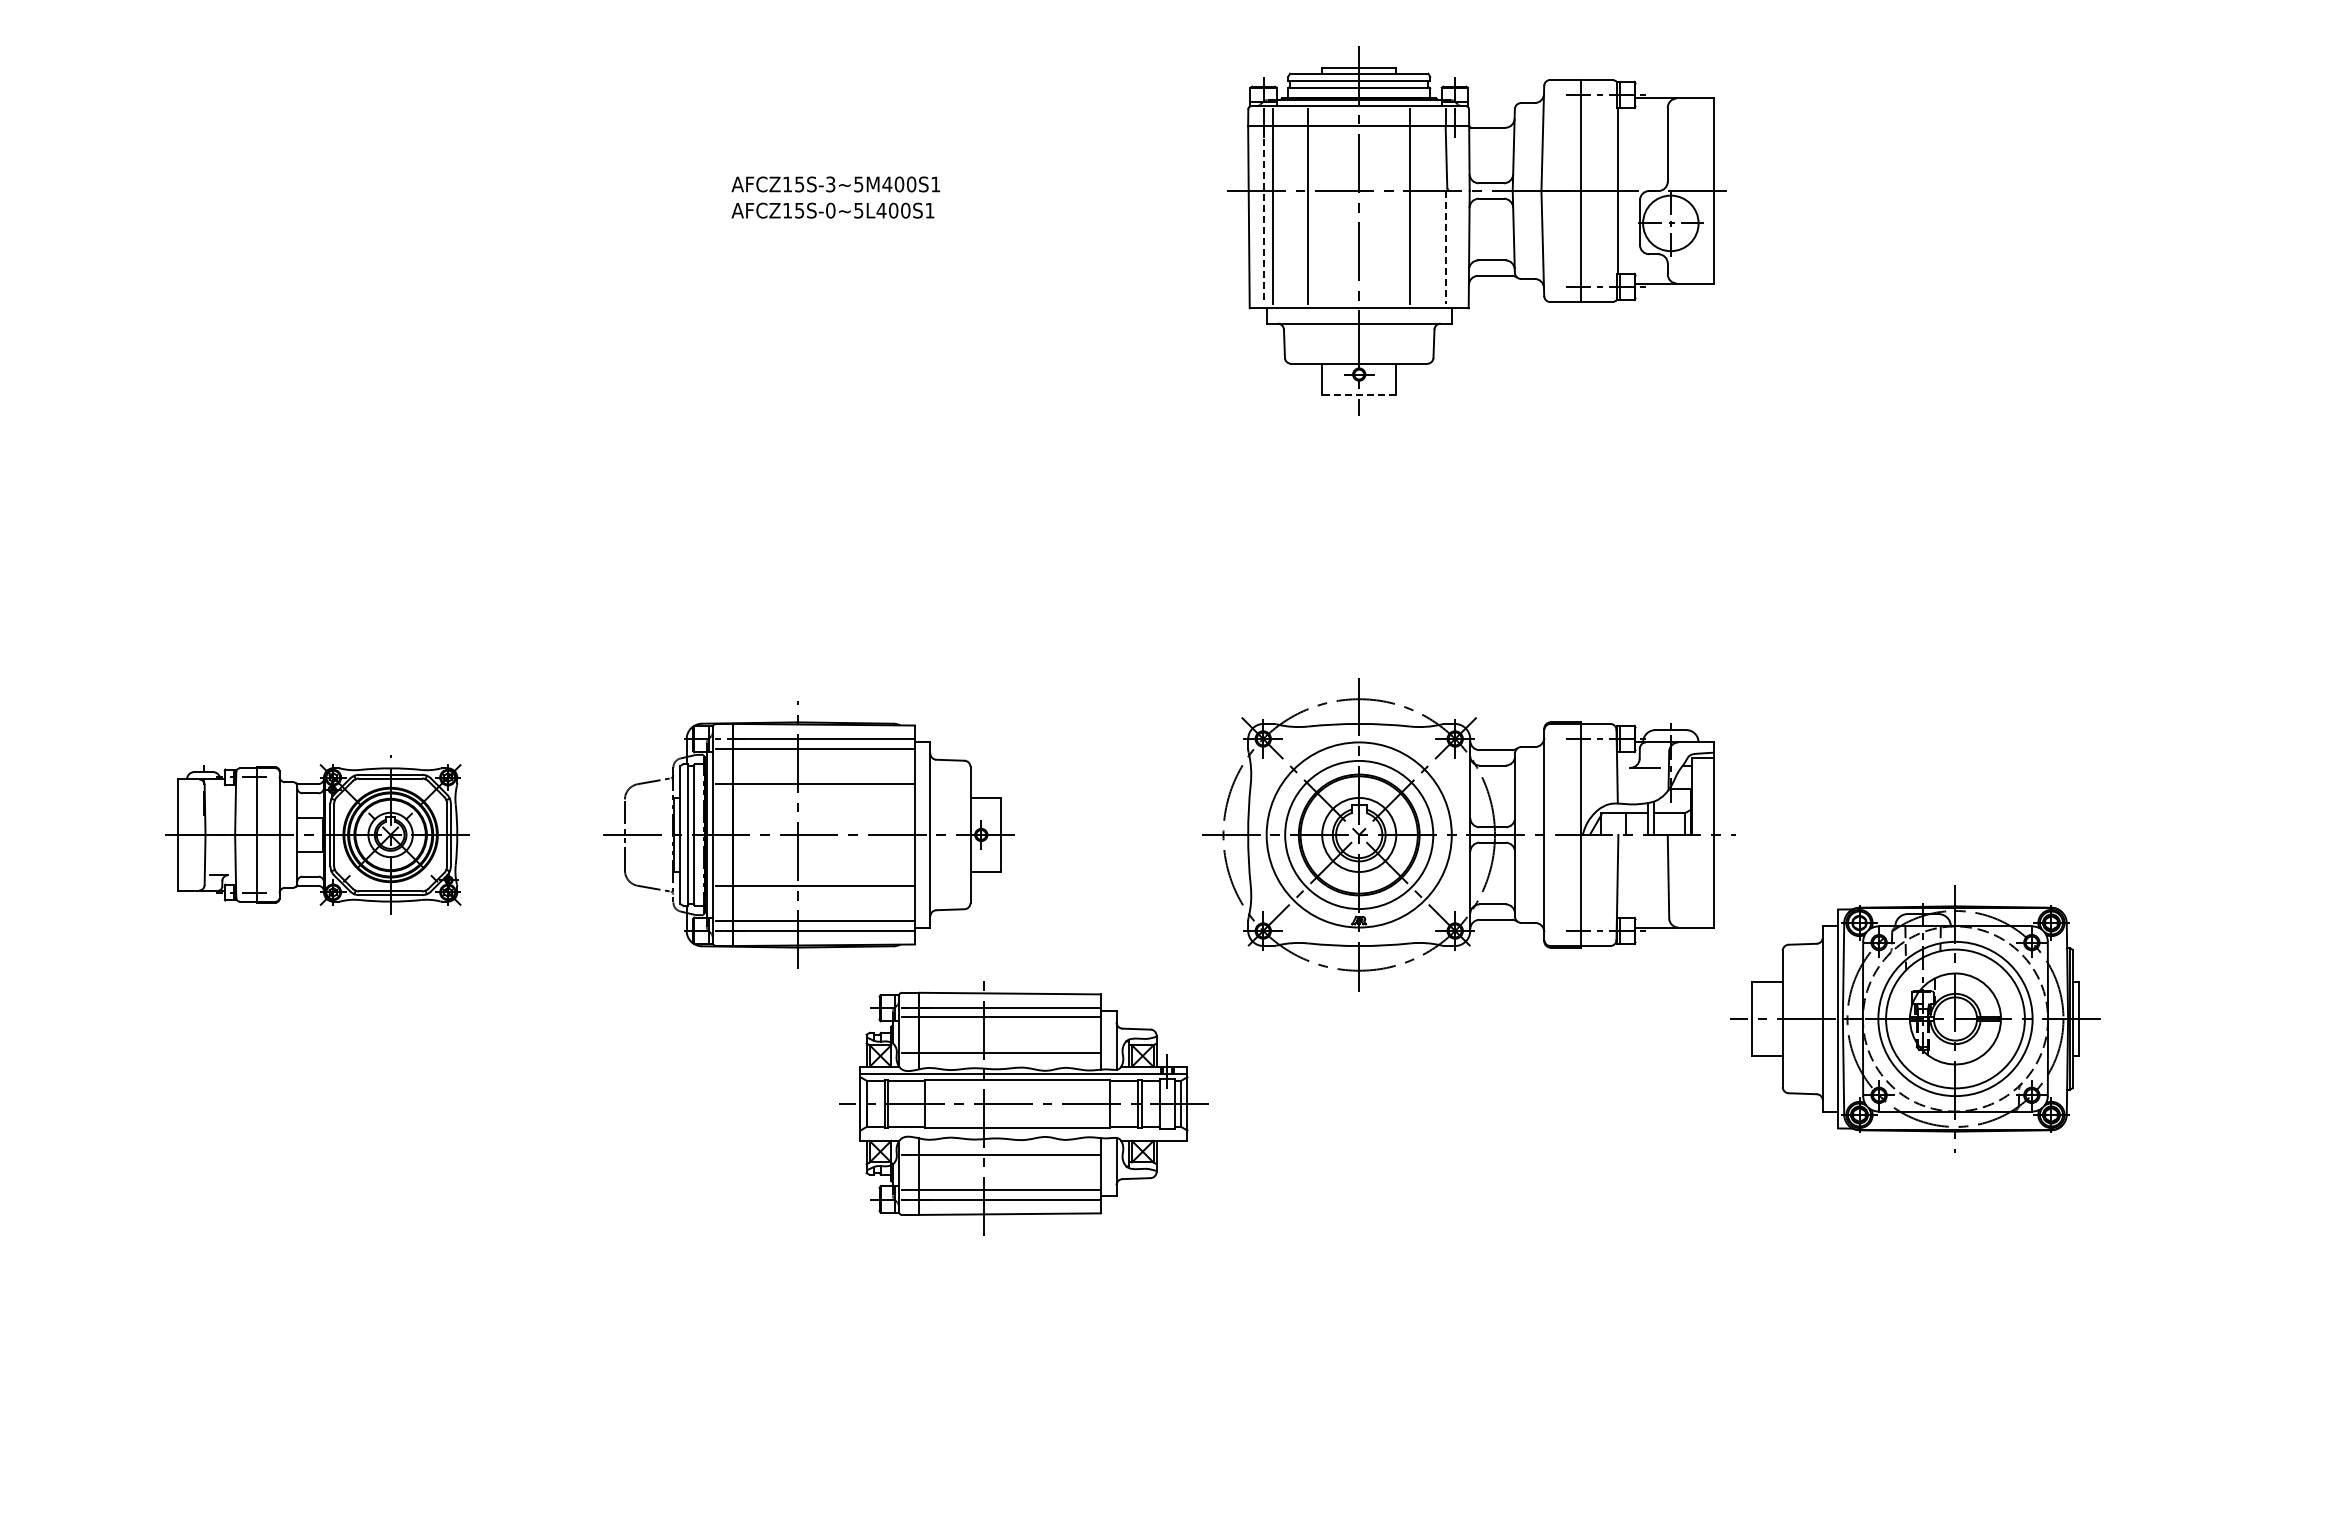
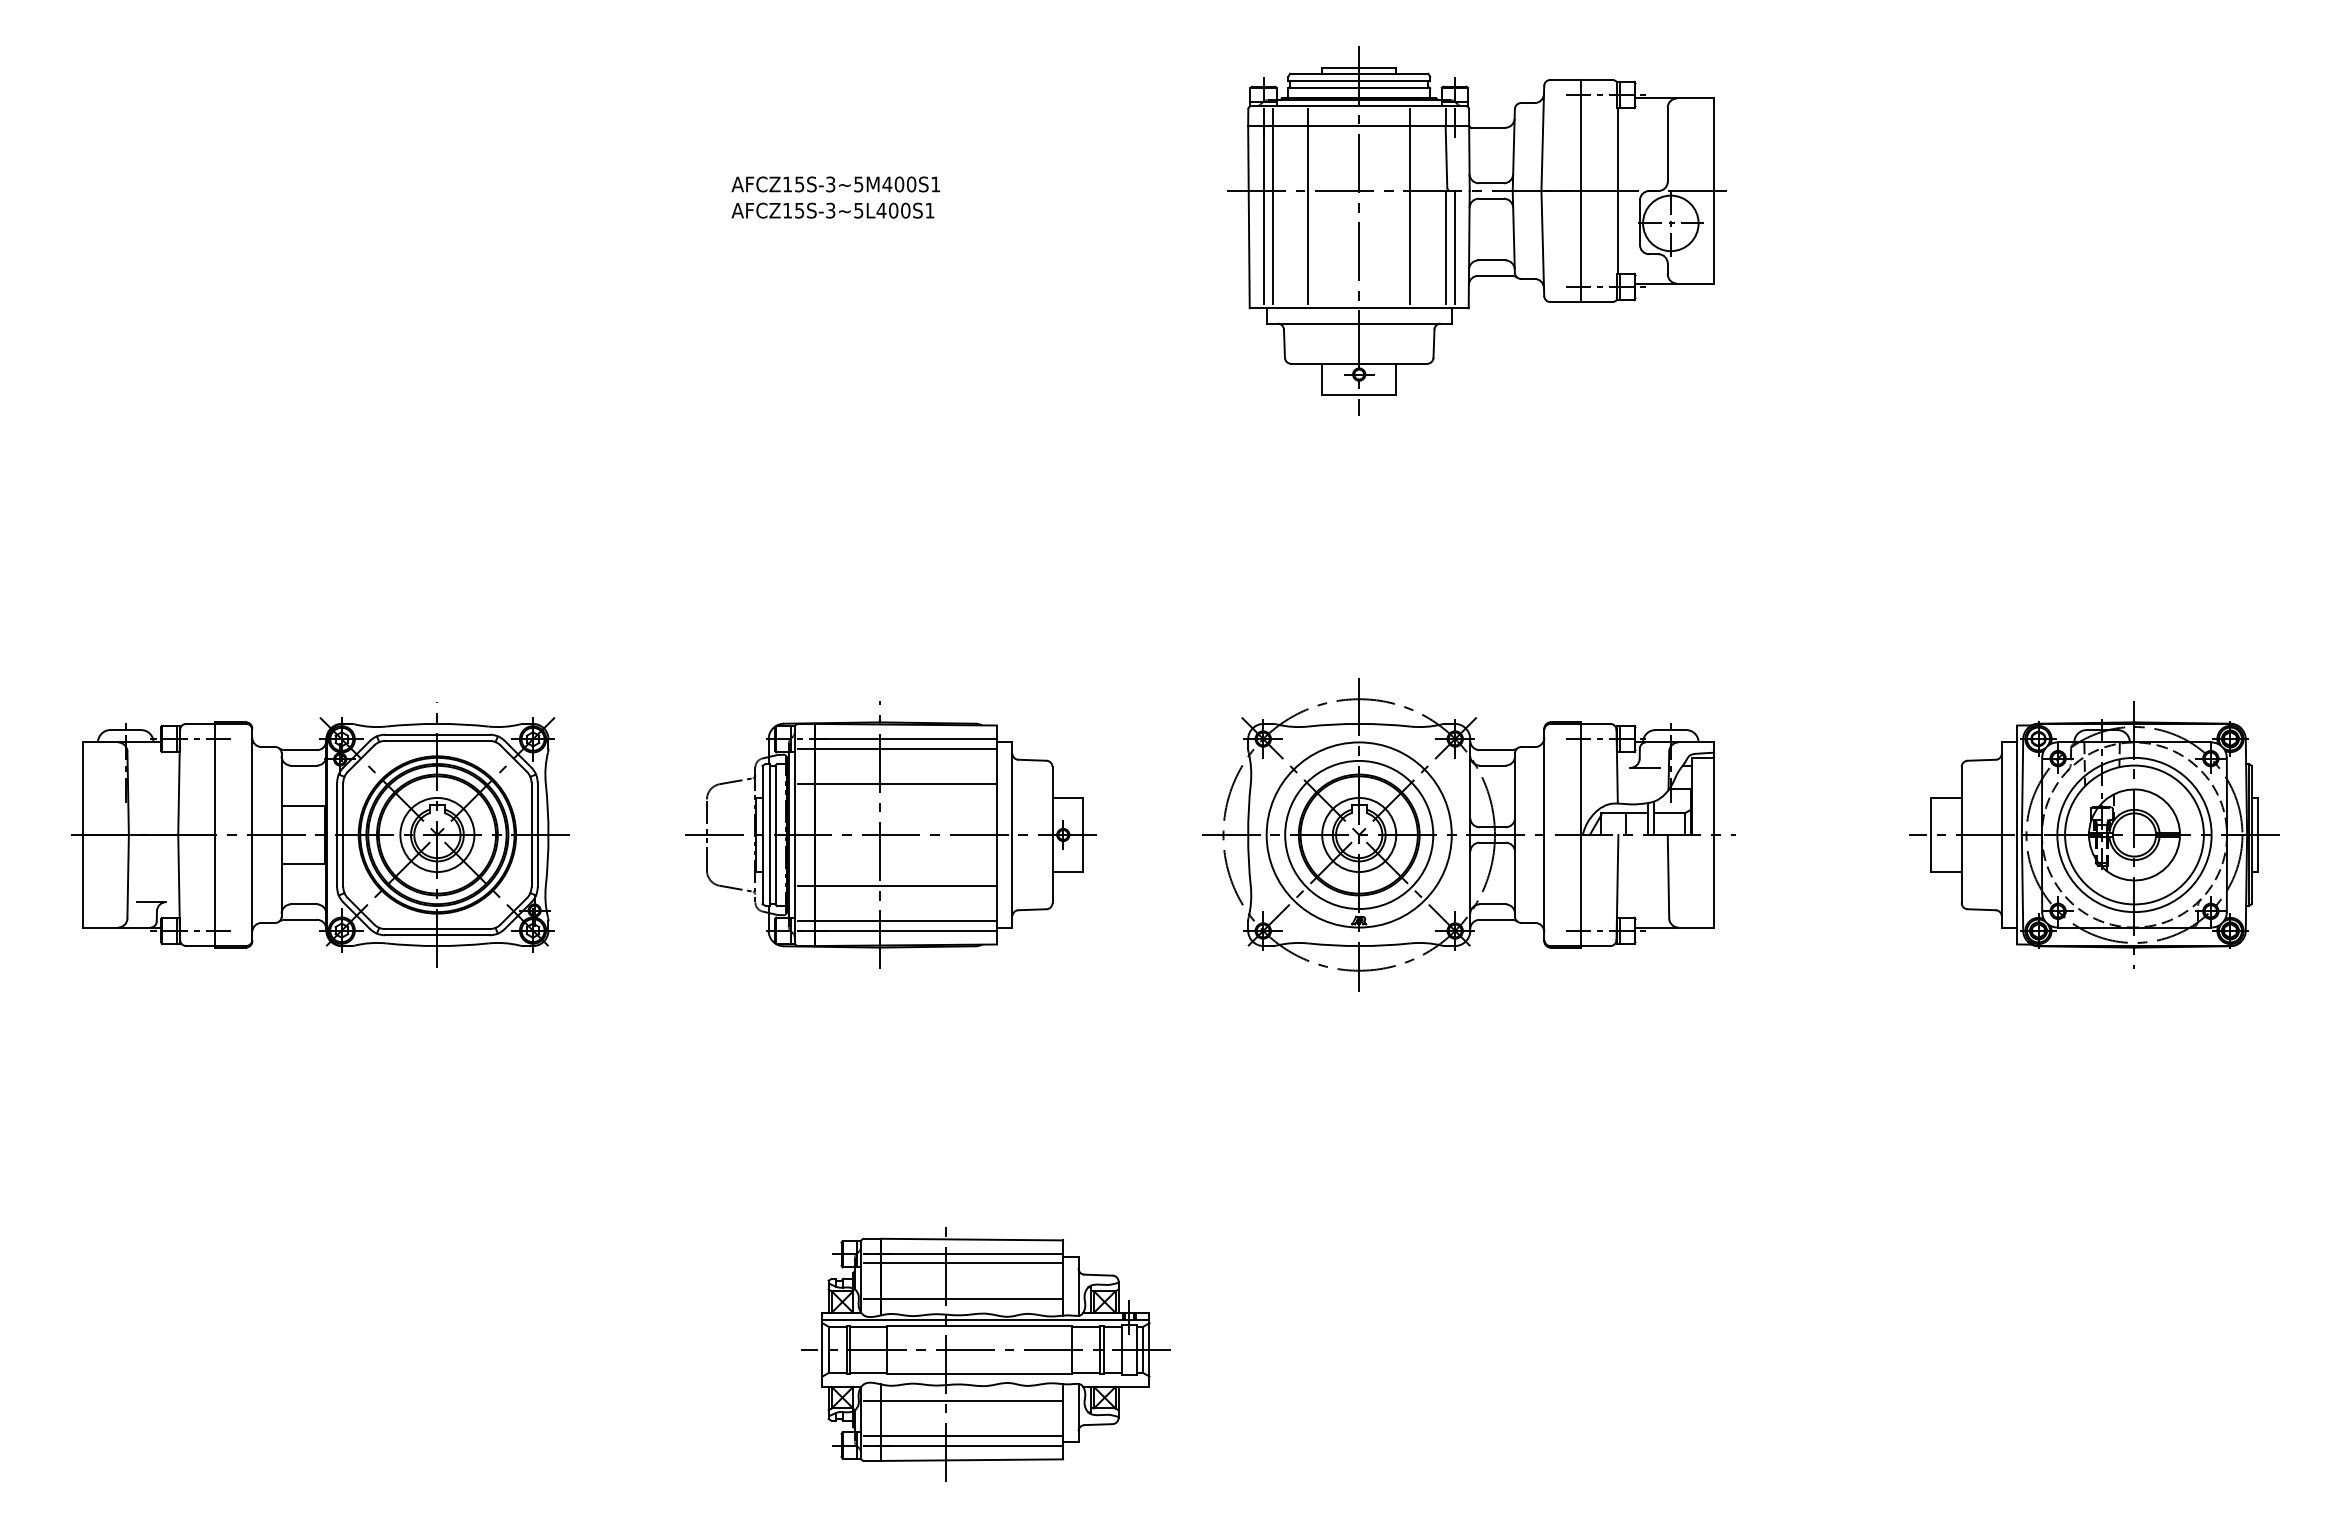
text at (830, 210): AFCZ15S-0~5L400S1 -> AFCZ15S-3~5L400S1
line at (1263, 215): dashed -> solid
line at (1445, 247): dashed -> solid
line at (1454, 247): none -> present
line at (1358, 394): dashed -> solid
part at (317, 834) size: 305x160 px -> 499x266 px
part at (808, 834) position: (808, 834) -> (890, 834)
part at (1915, 1018) position: (1915, 1018) -> (2094, 834)
part at (1023, 1108) position: (1023, 1108) -> (985, 1354)
